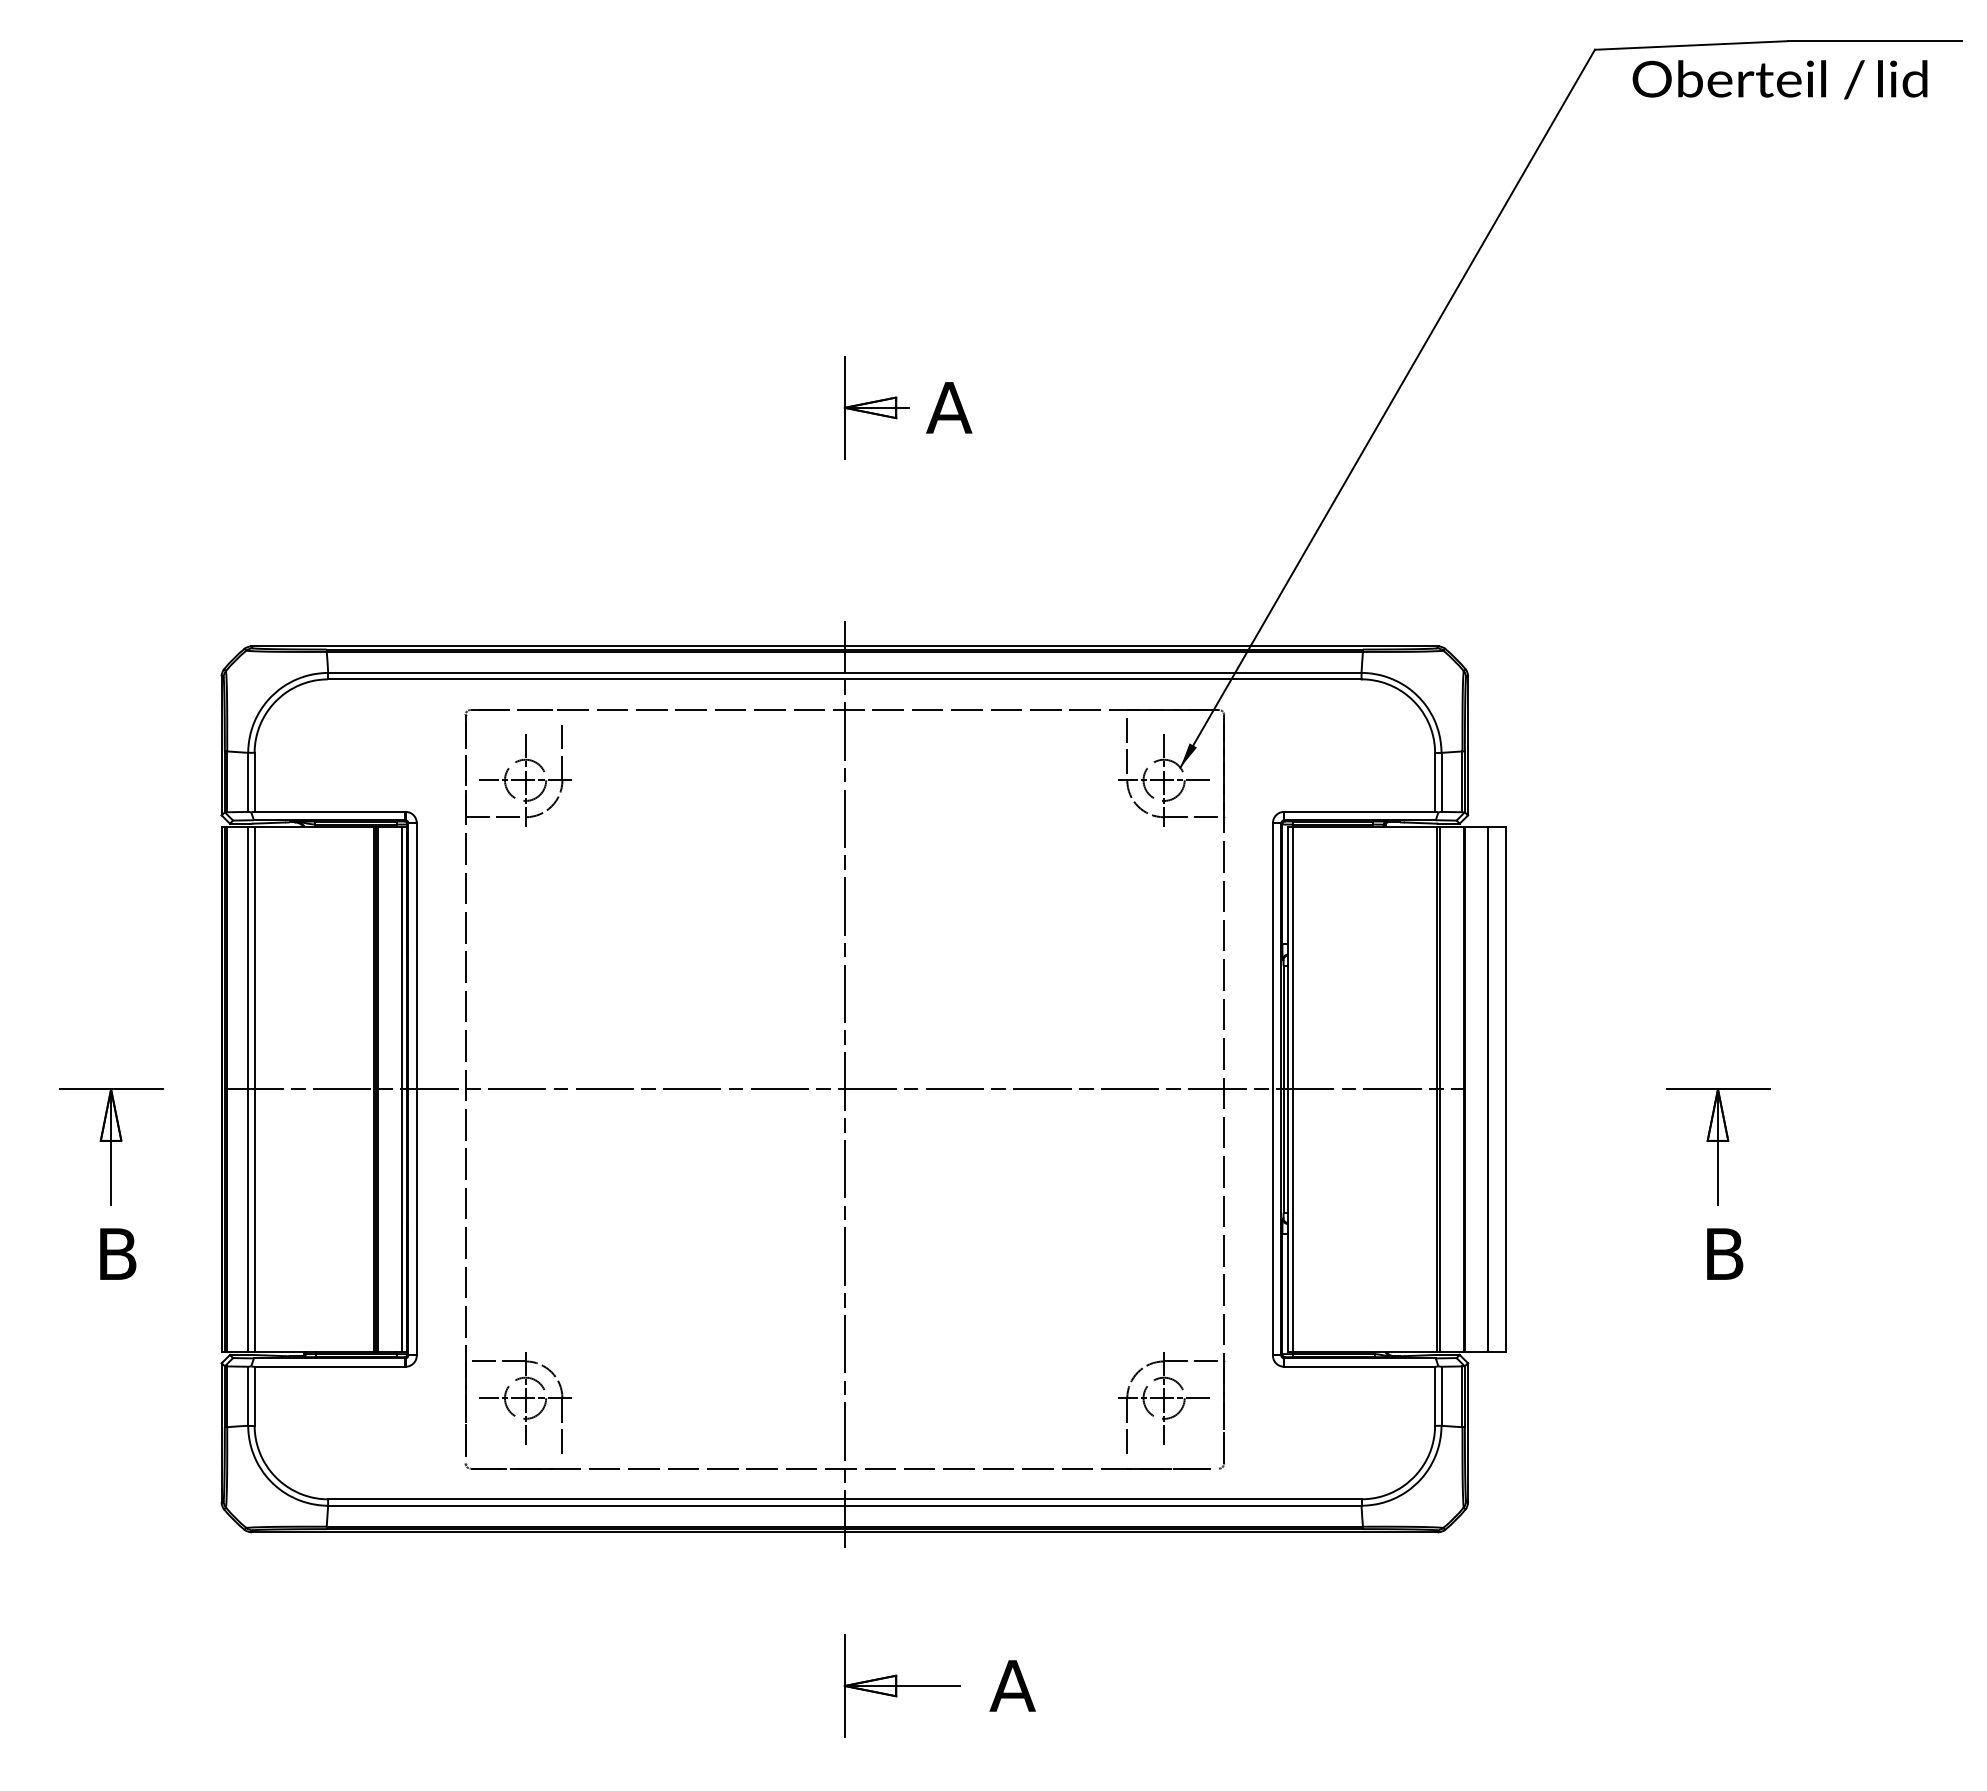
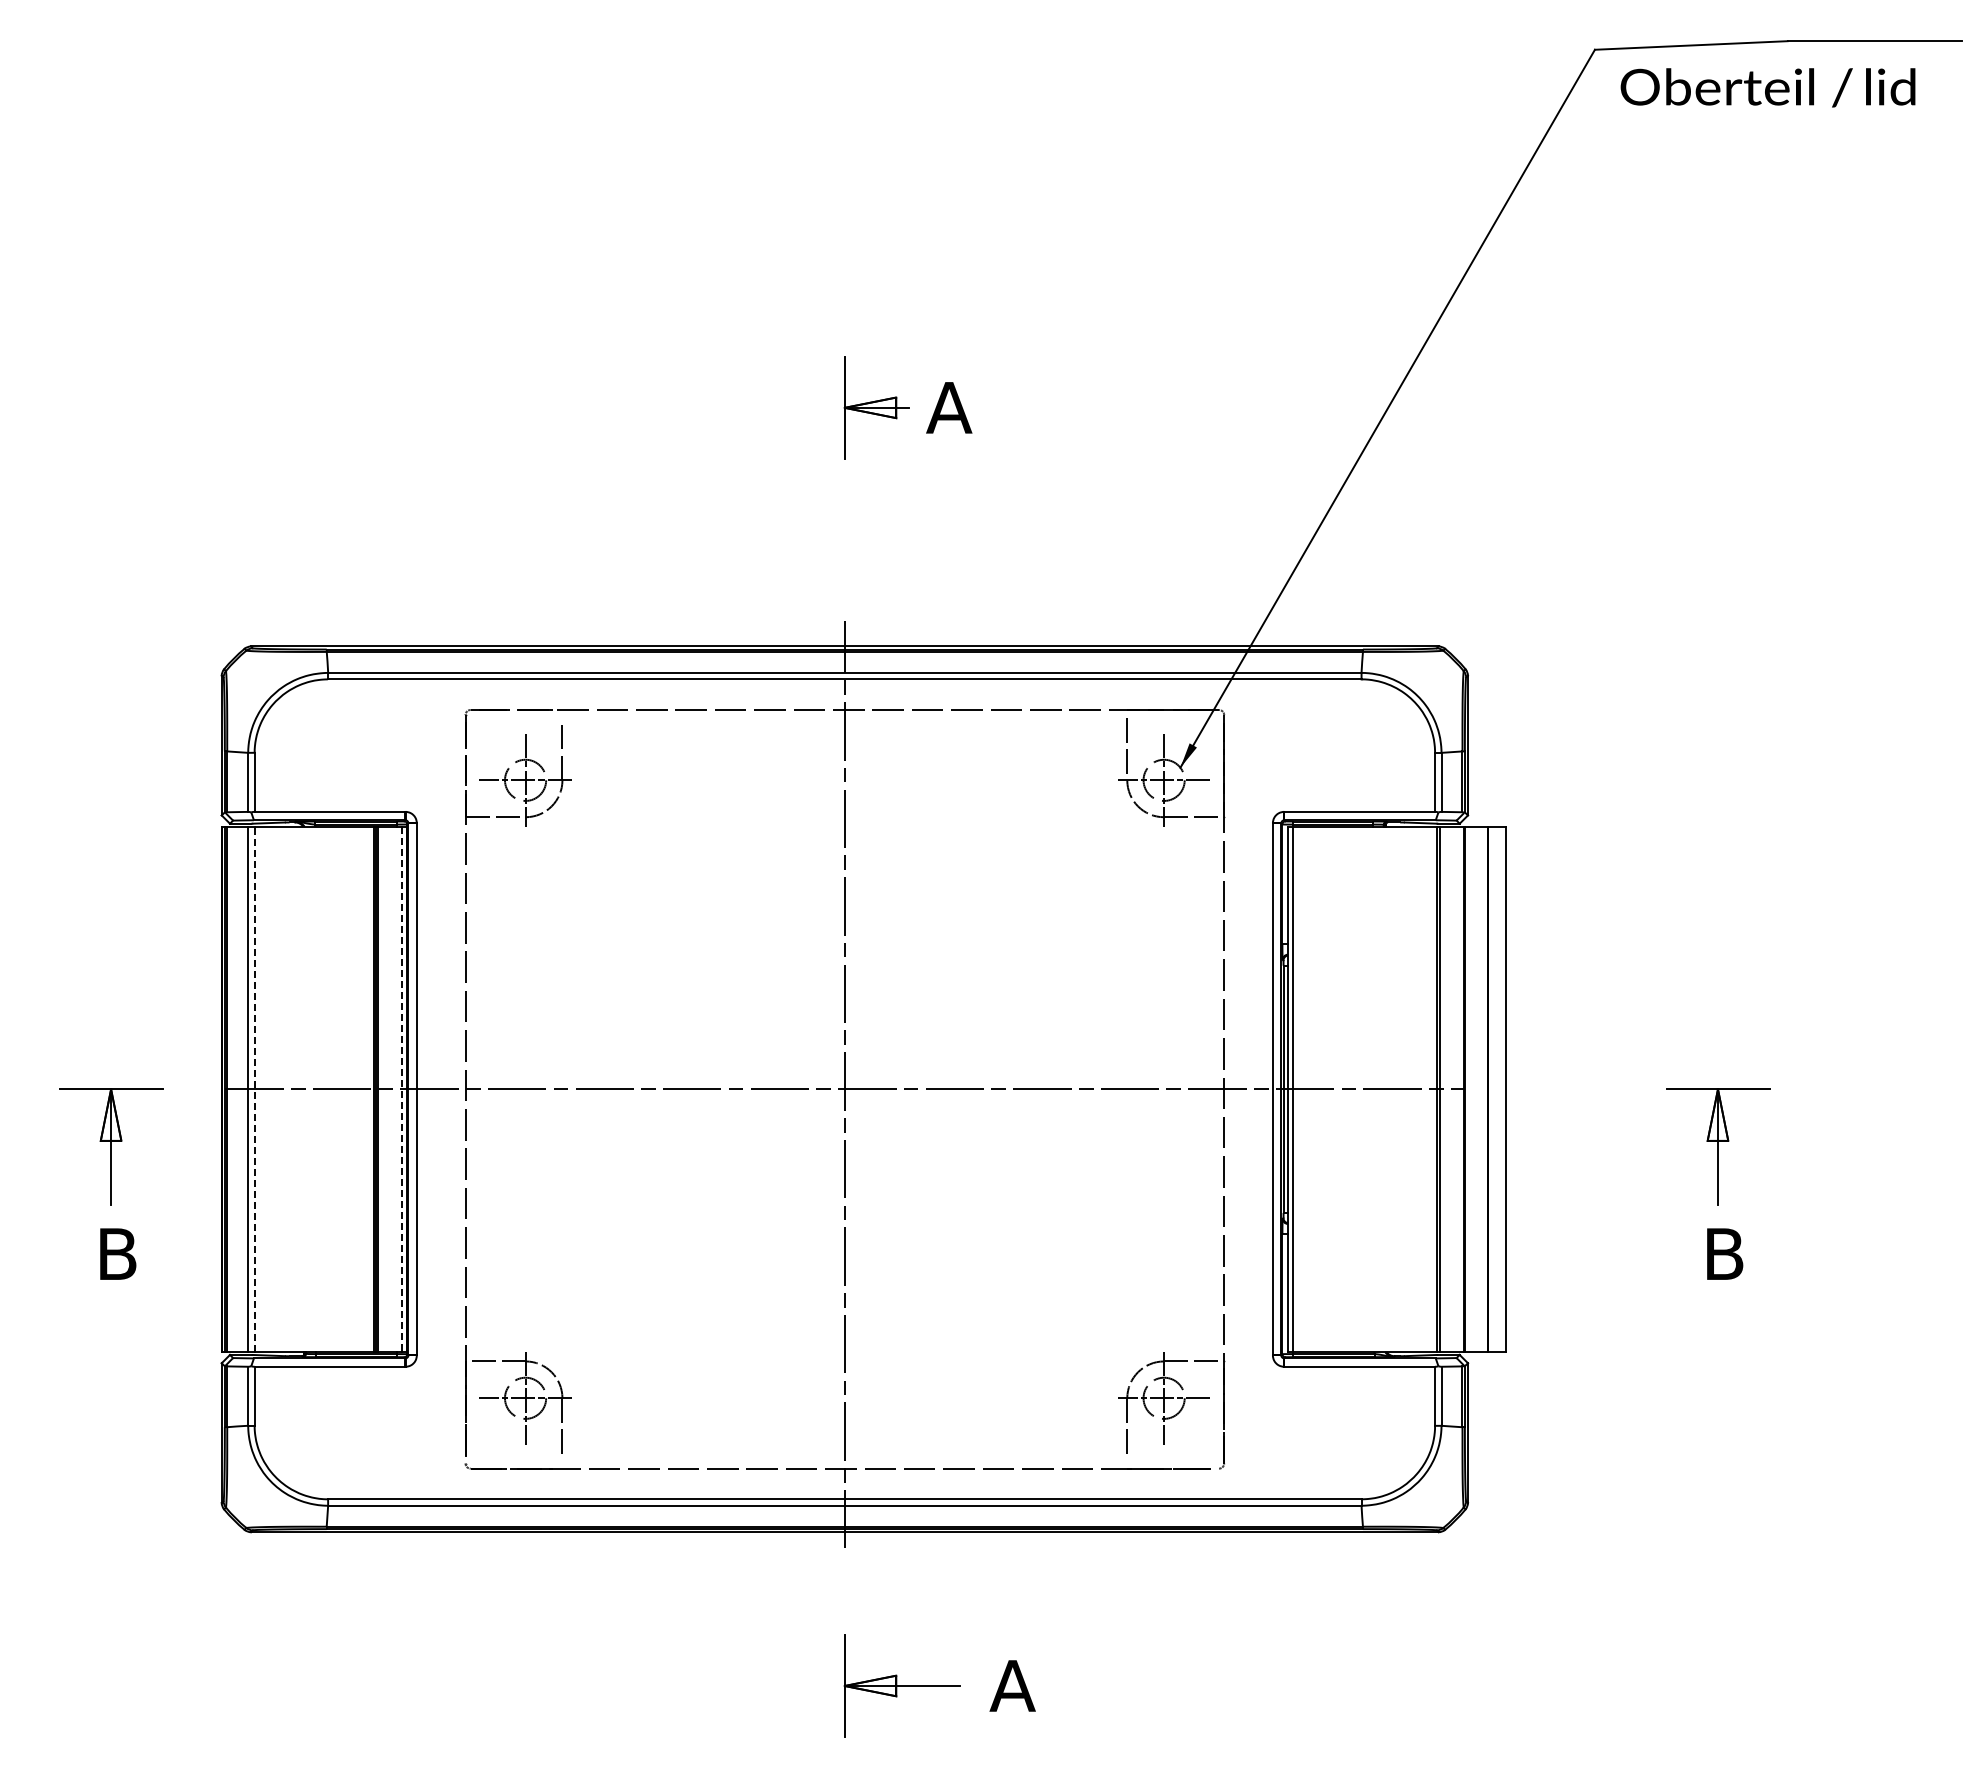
text at (1779, 79) position: (1779, 79) -> (1767, 87)
line at (254, 1089): solid -> dashed
line at (402, 1089): solid -> dashed
